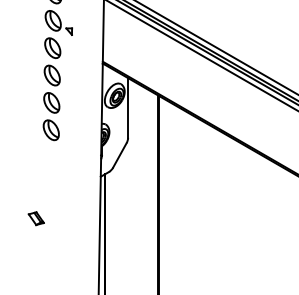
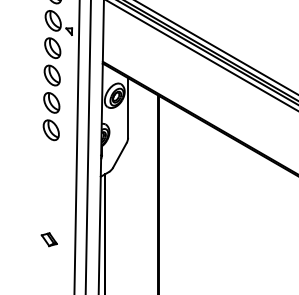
line at (76, 146): none -> present
line at (87, 146): none -> present
part at (35, 218) position: (35, 218) -> (48, 239)
